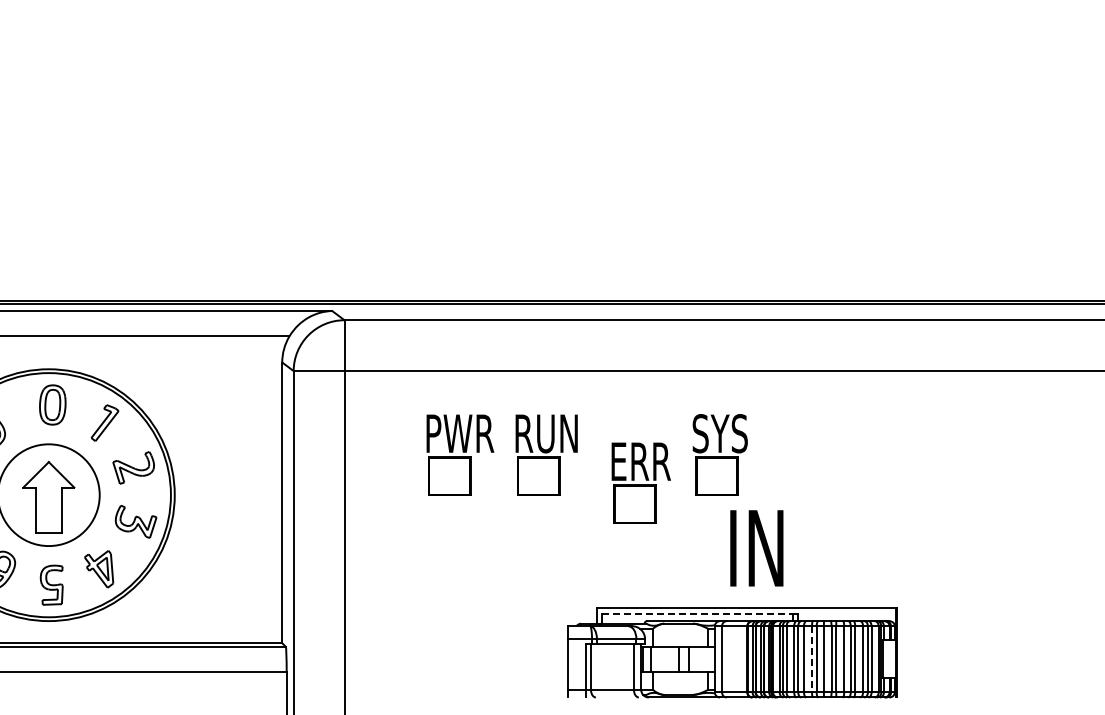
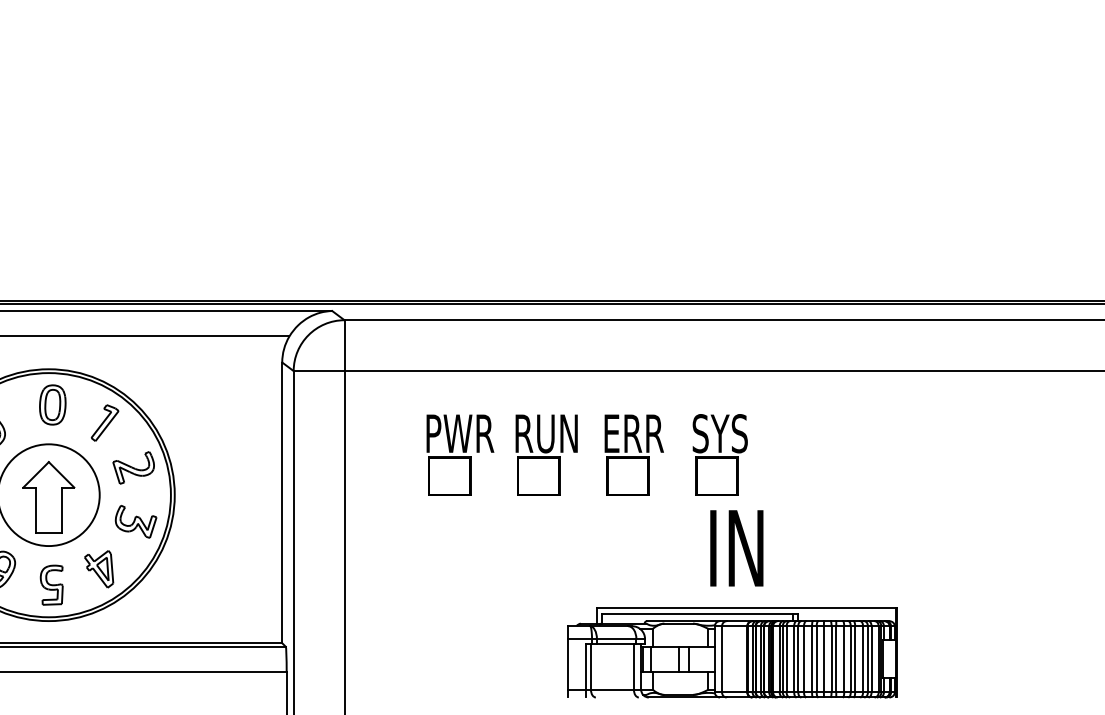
part at (640, 482) position: (640, 482) -> (633, 454)
text at (756, 548) position: (756, 548) -> (736, 548)
line at (697, 613): dashed -> solid
line at (812, 659): dashed -> solid
